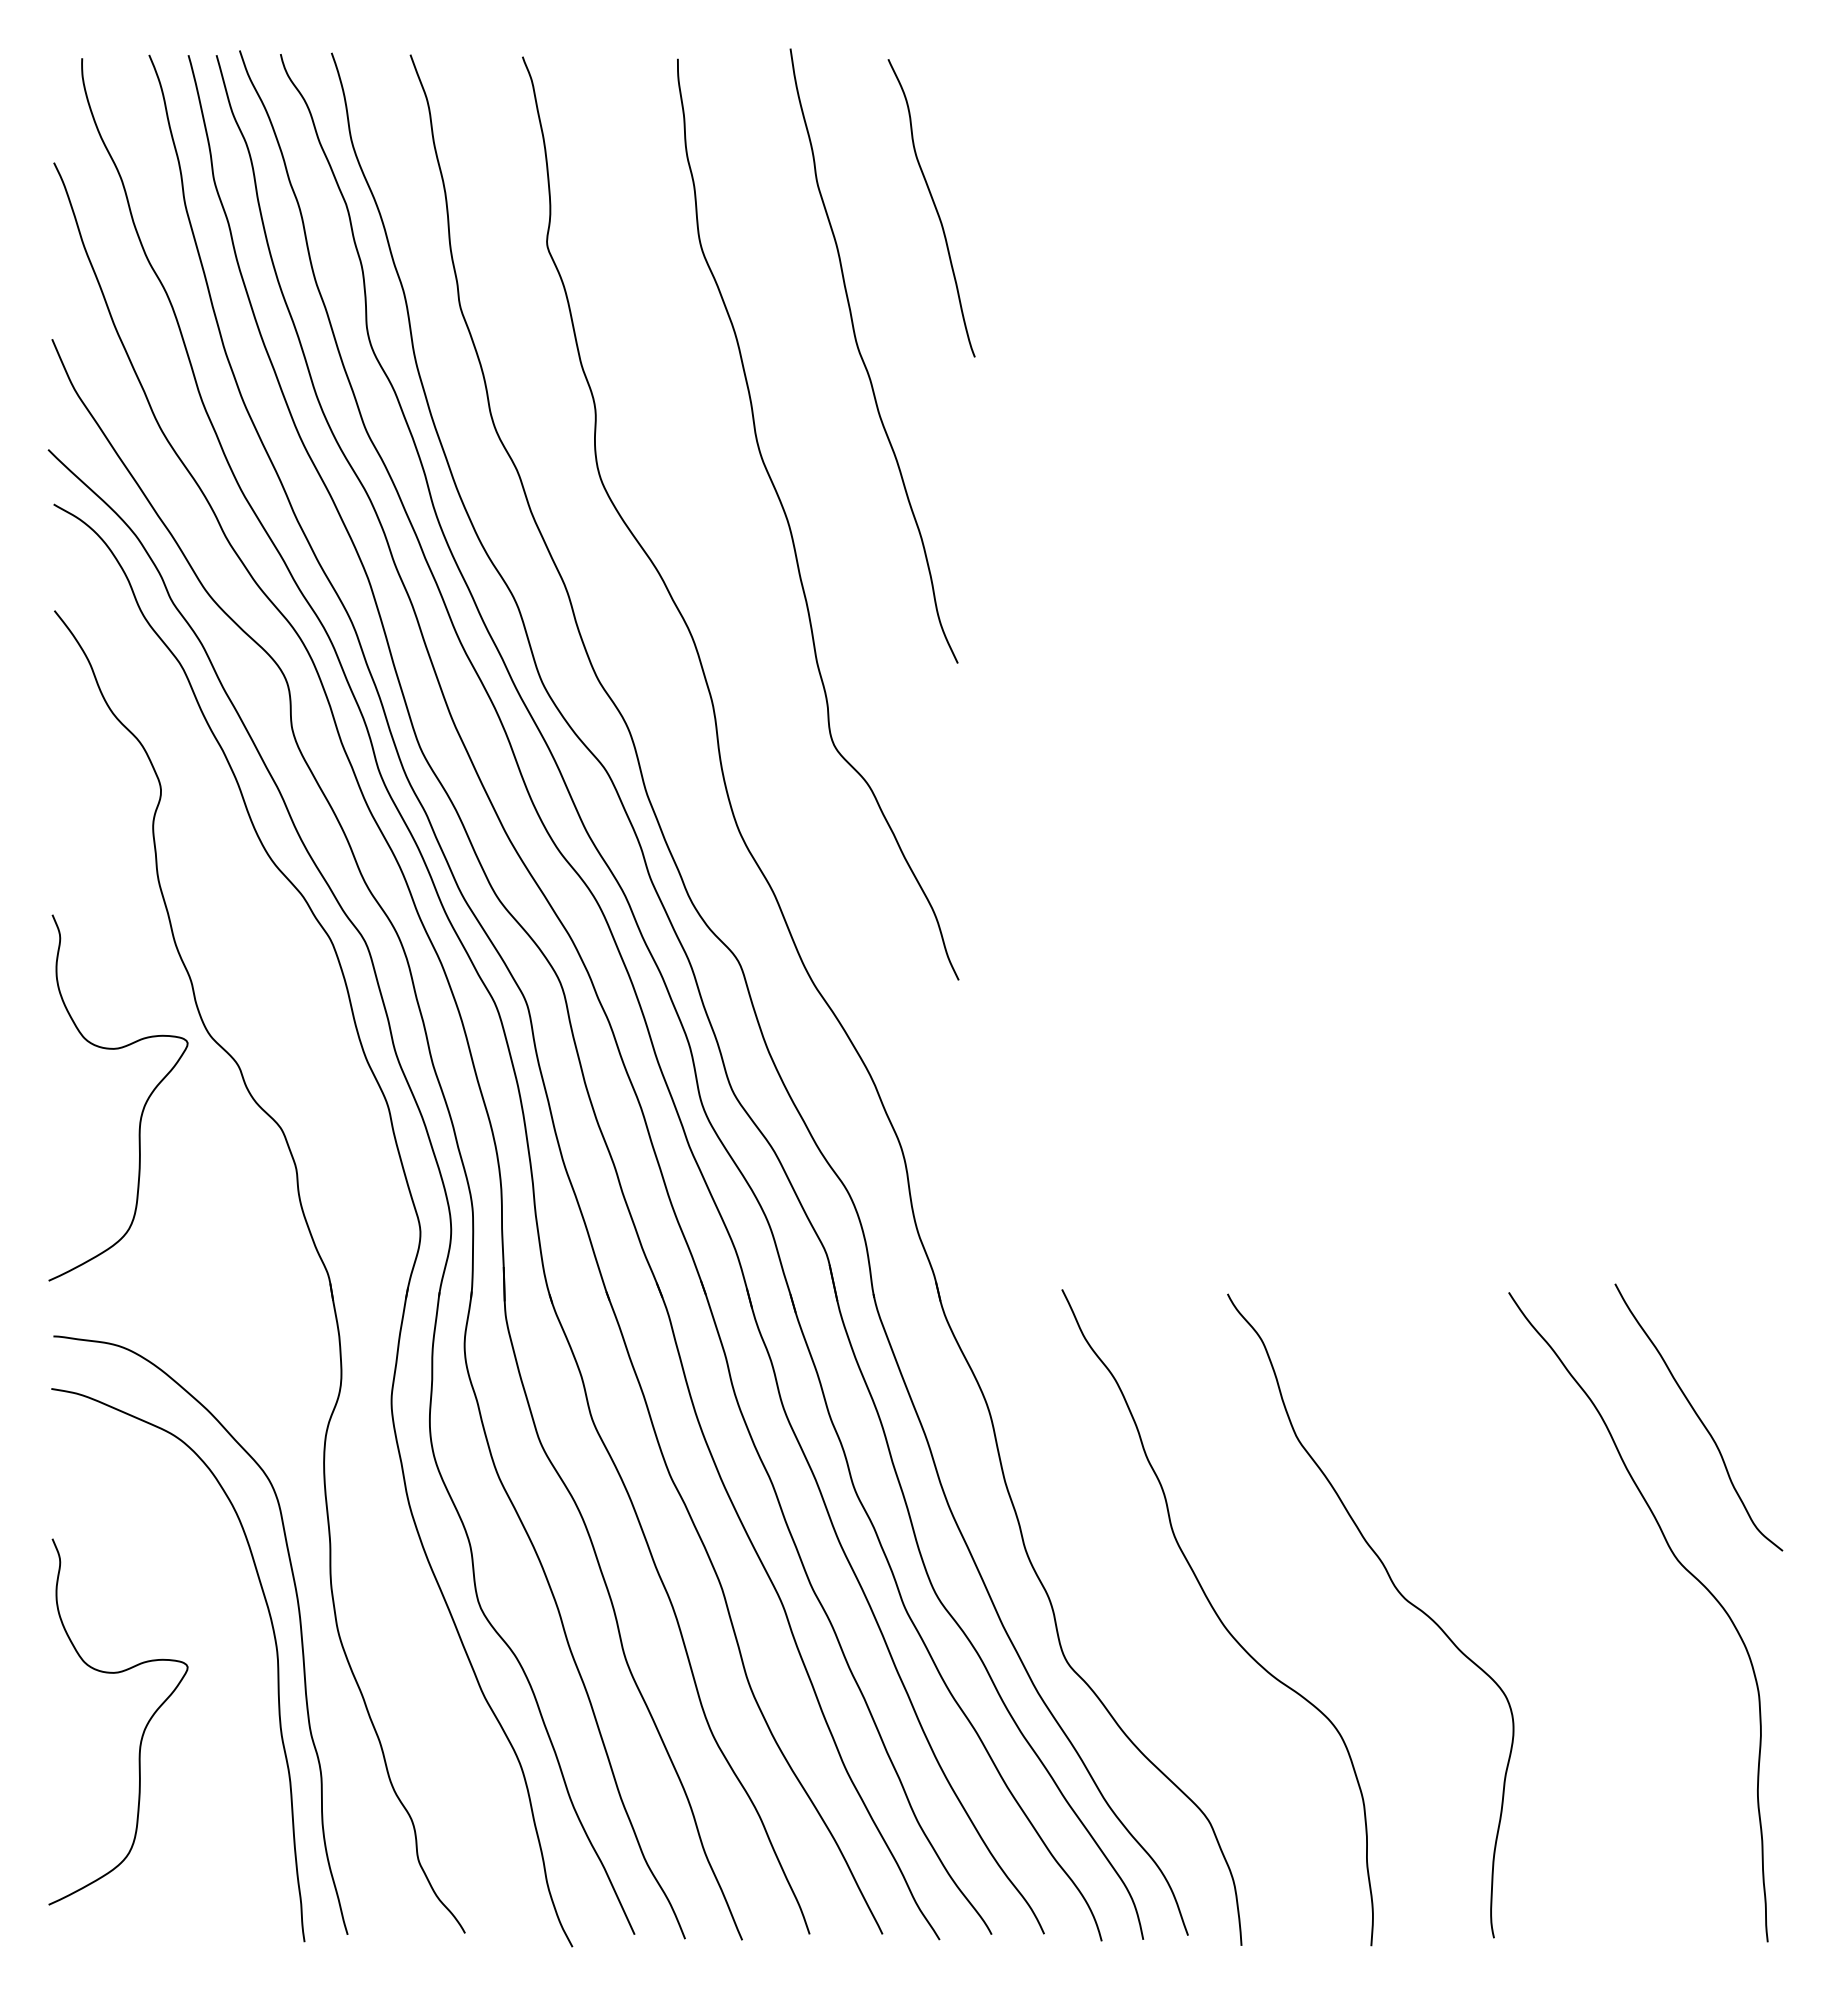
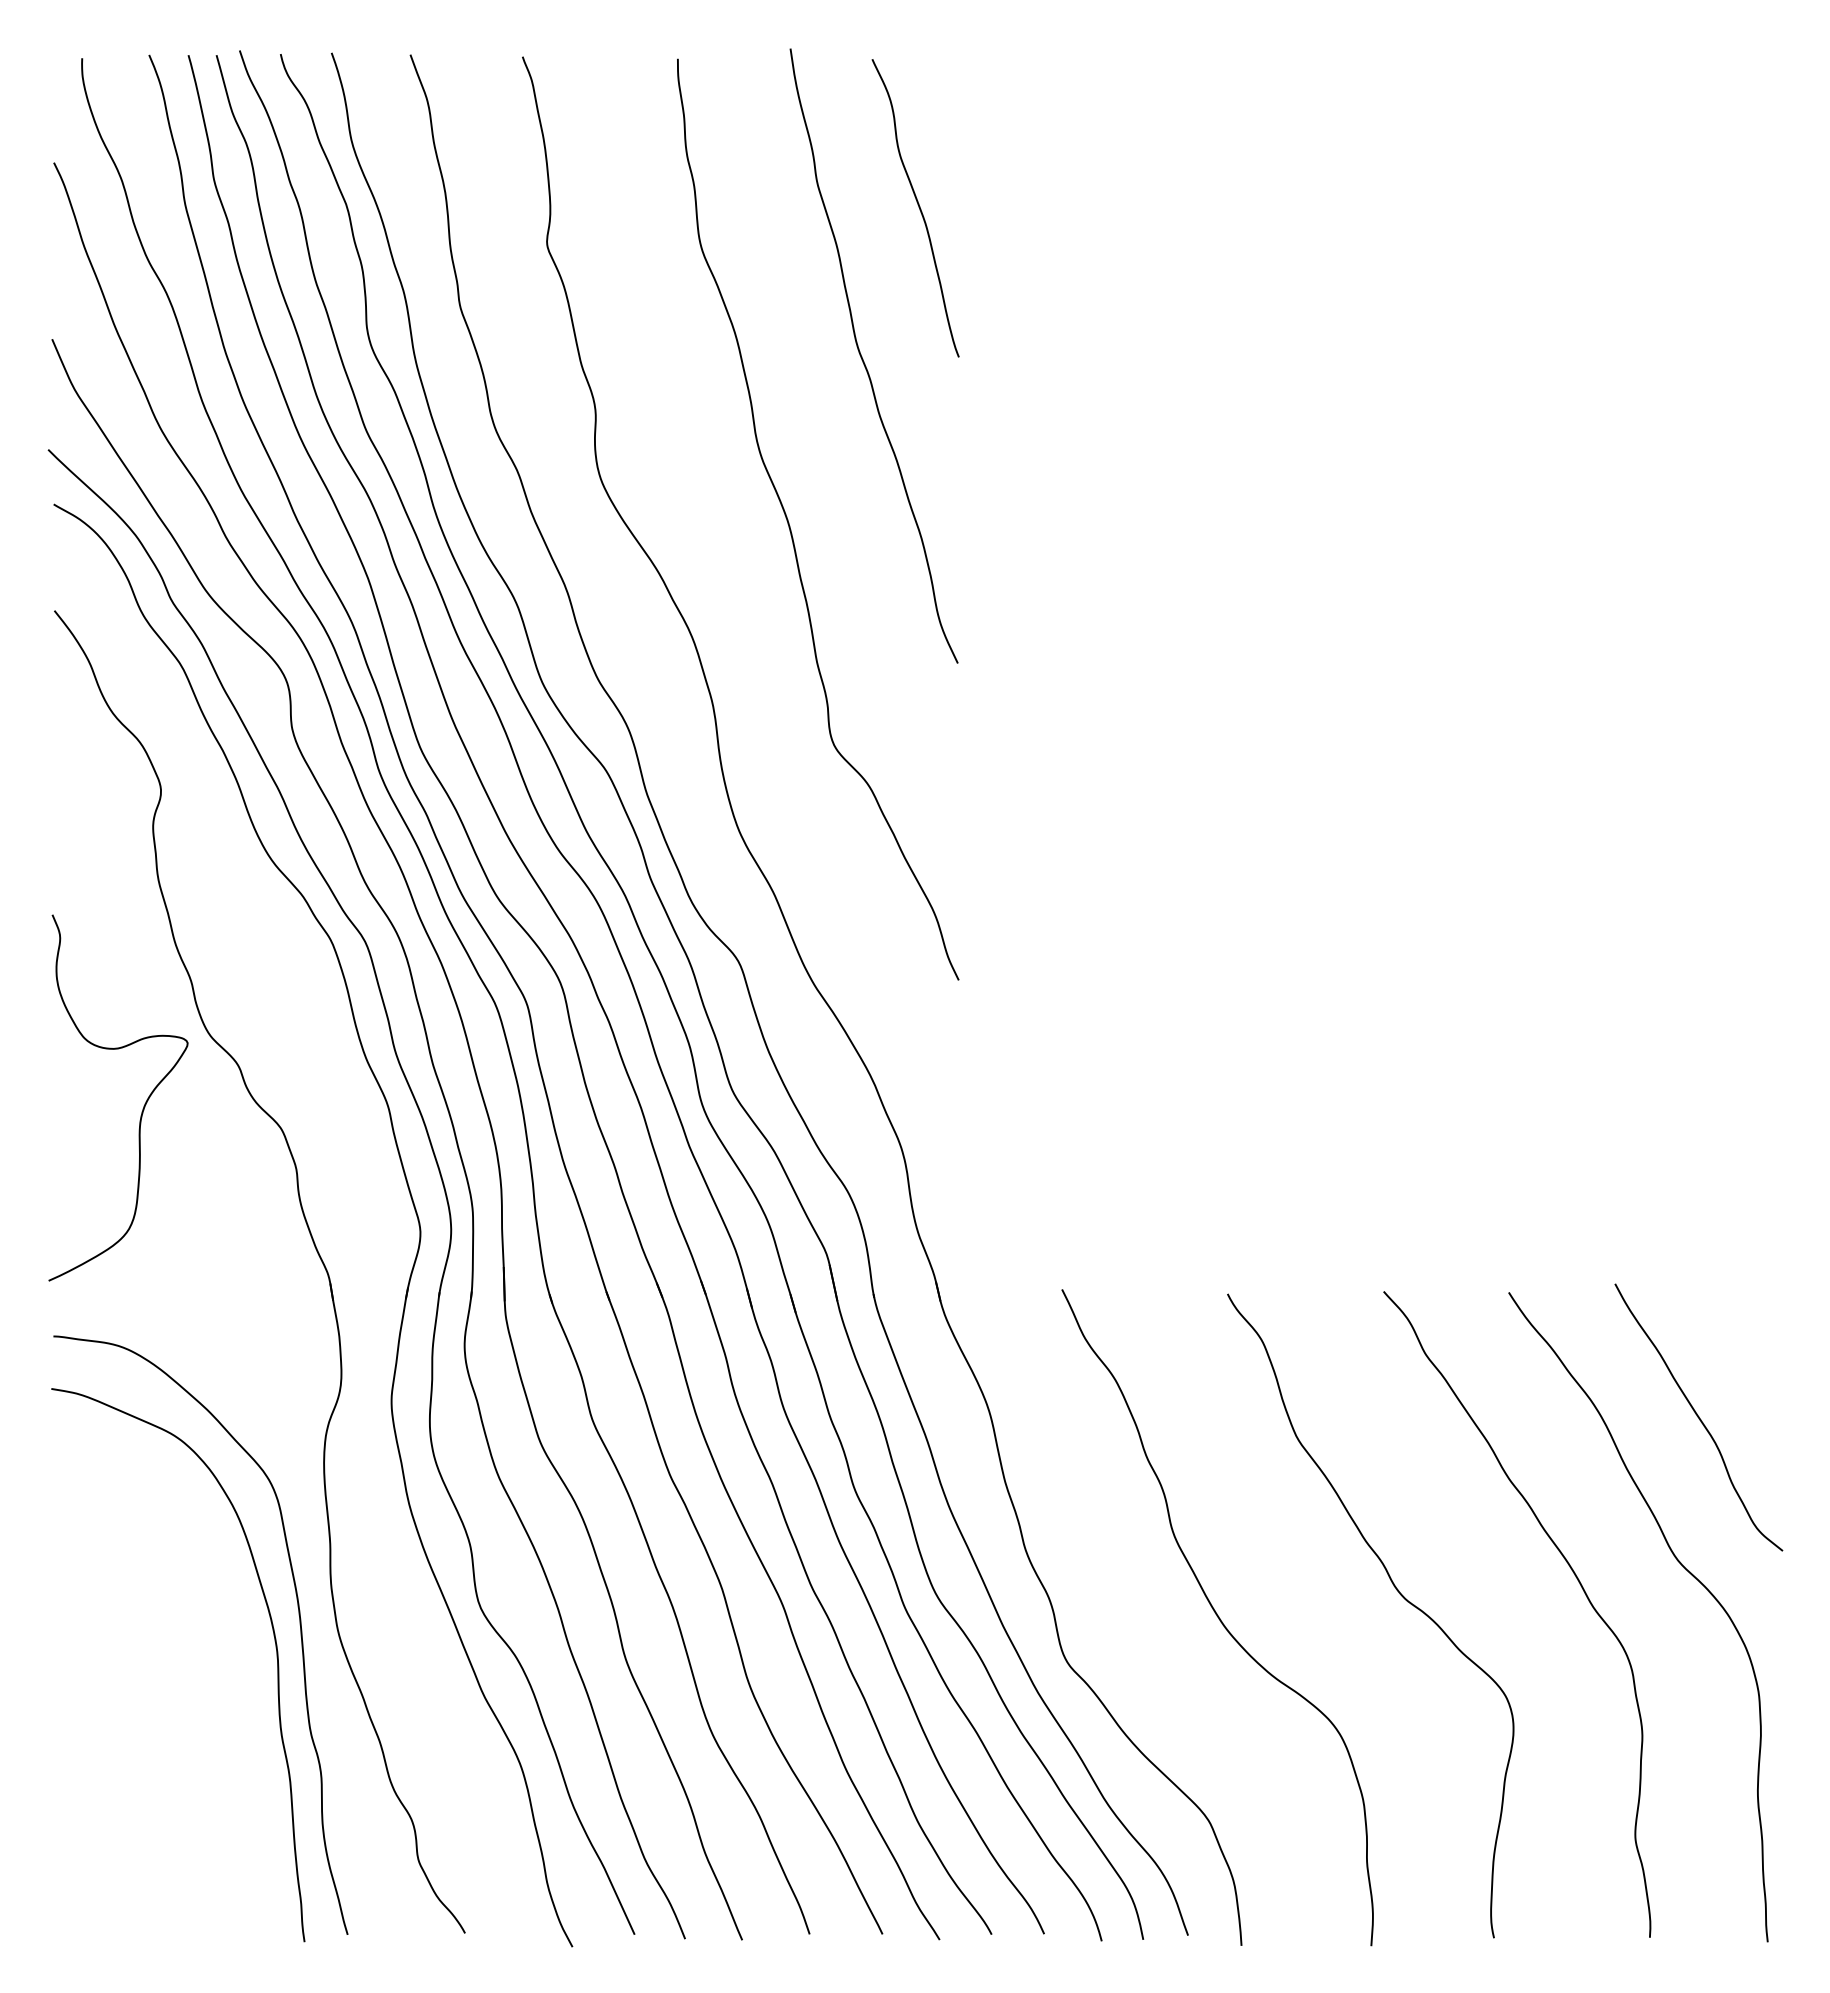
curve at (934, 207) position: (934, 207) -> (918, 207)
curve at (1575, 1577): none -> present
curve at (142, 1732): present -> none
